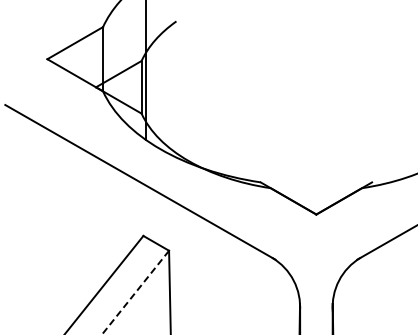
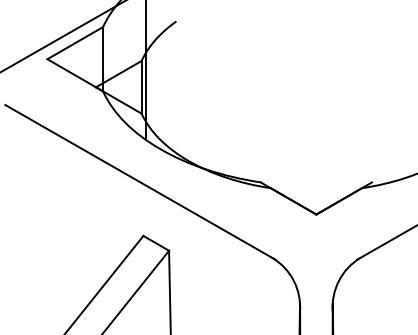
line at (62, 36): none -> present
line at (135, 292): dashed -> solid
